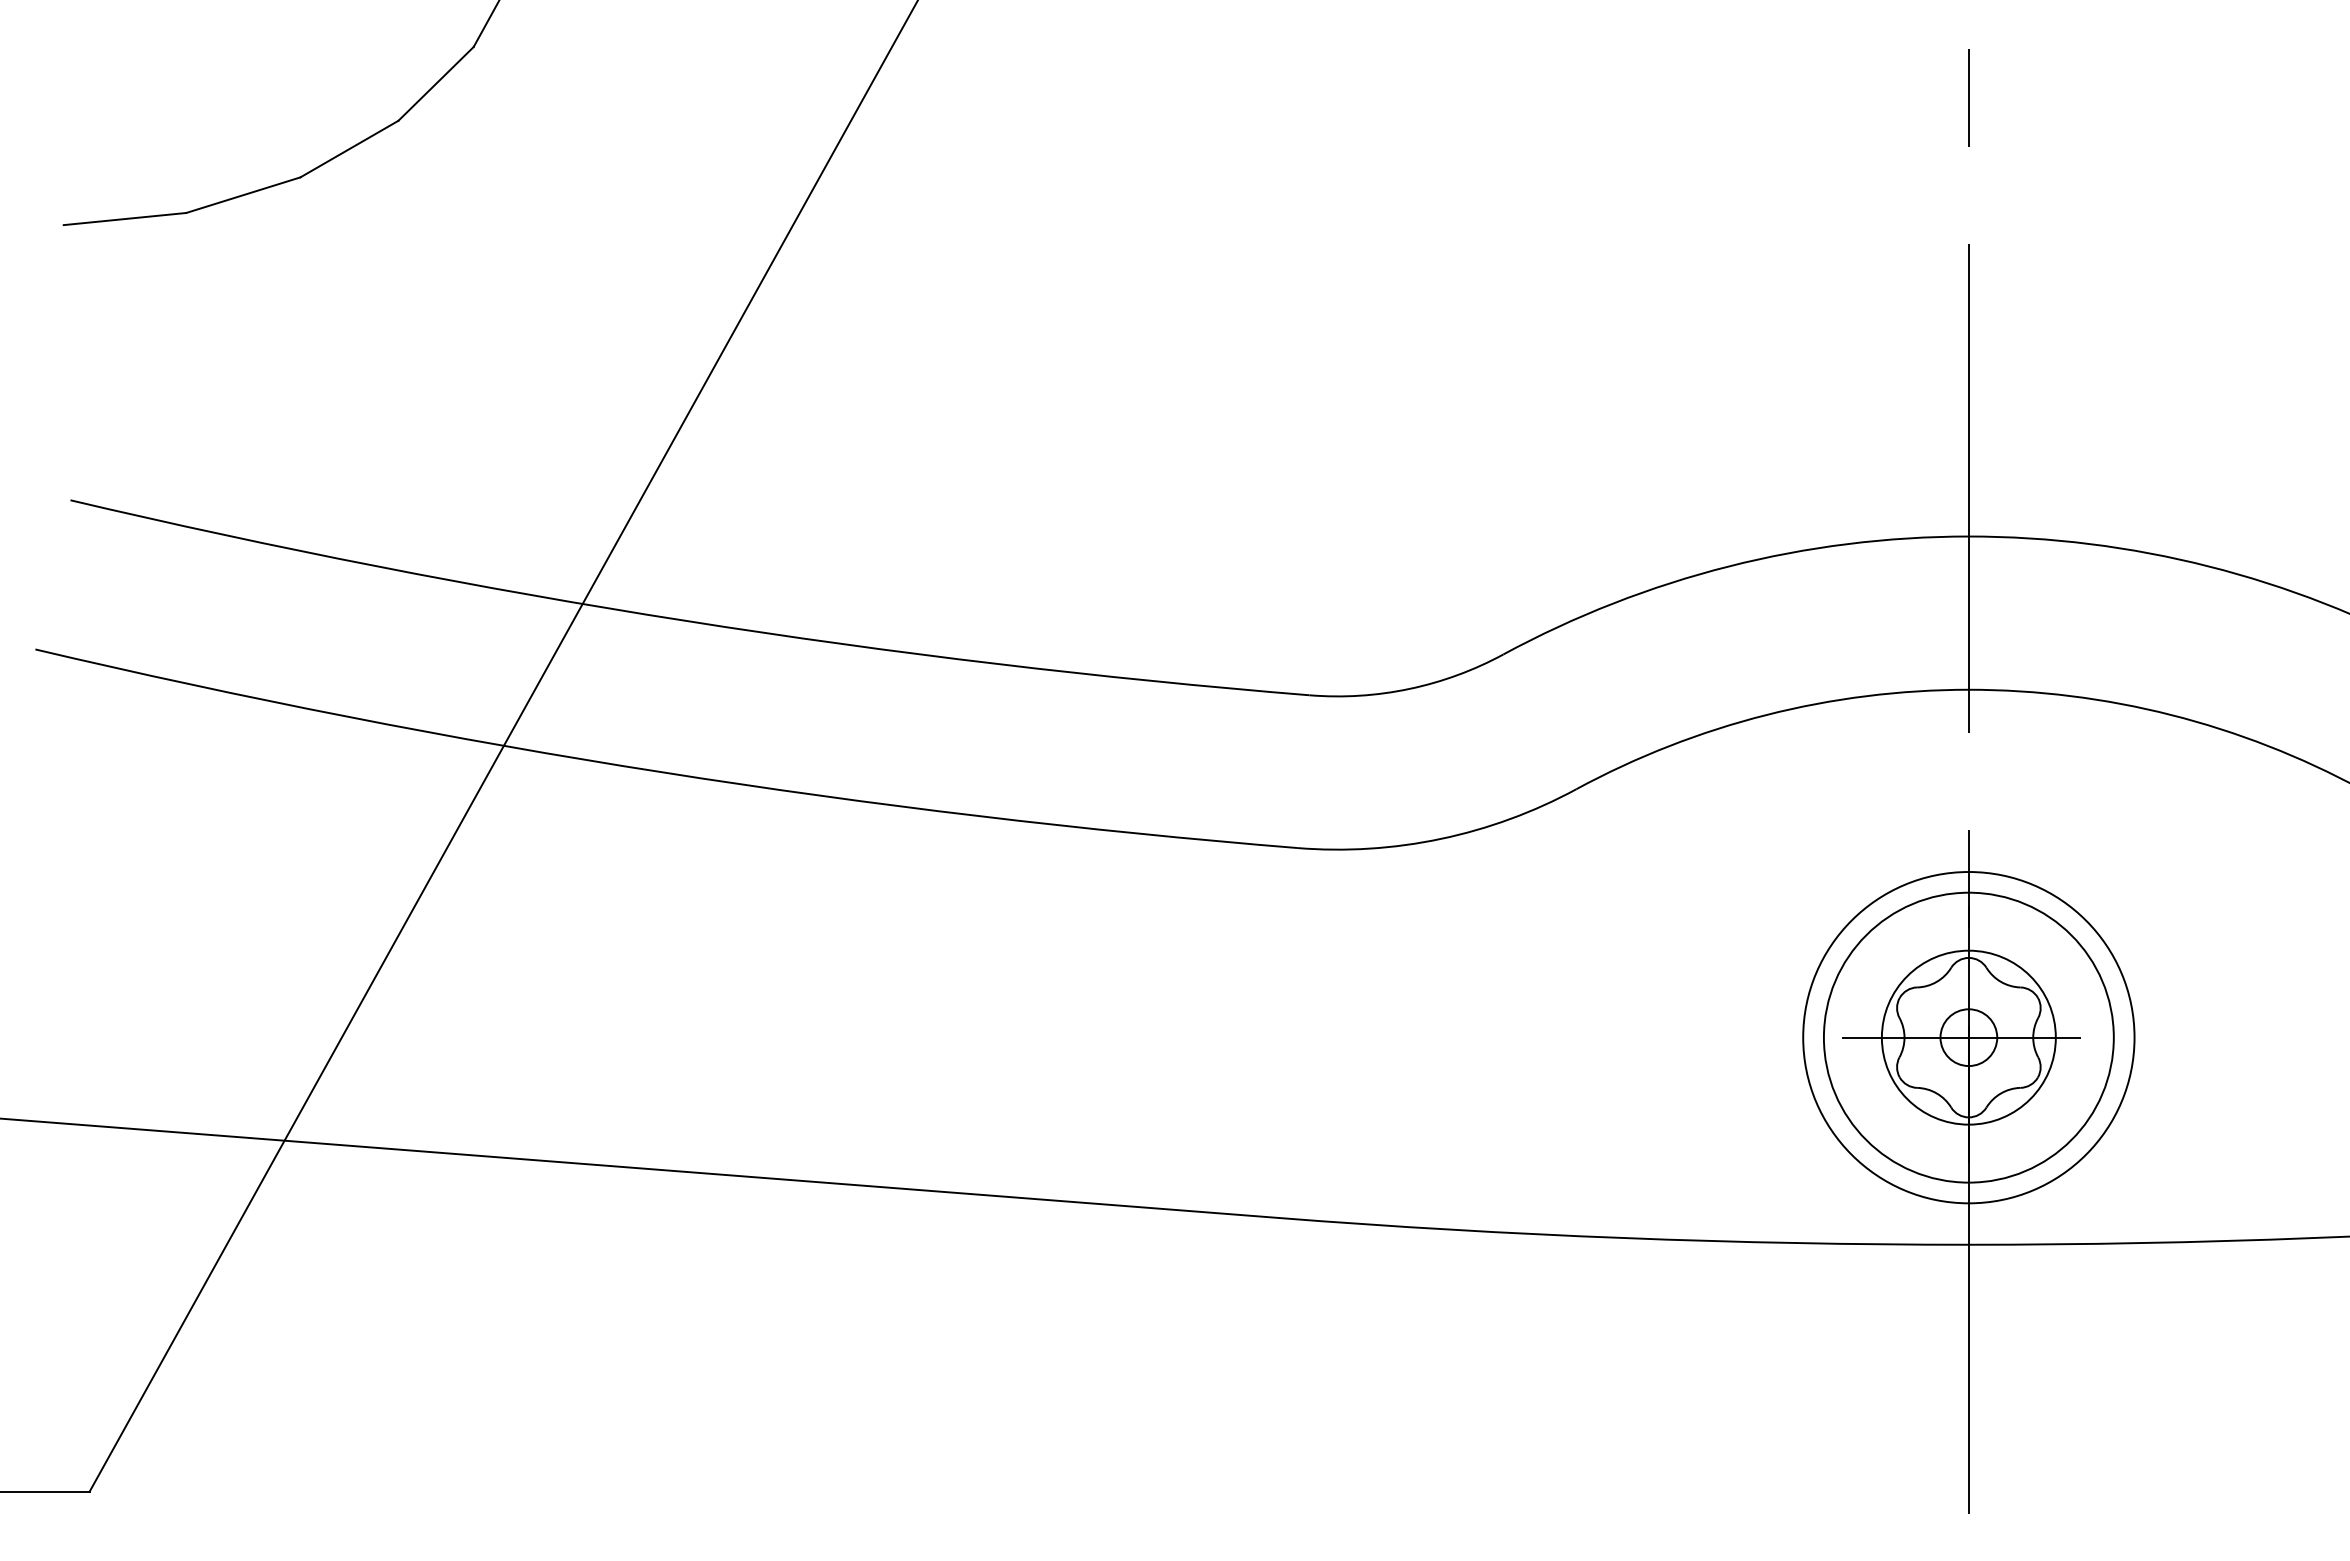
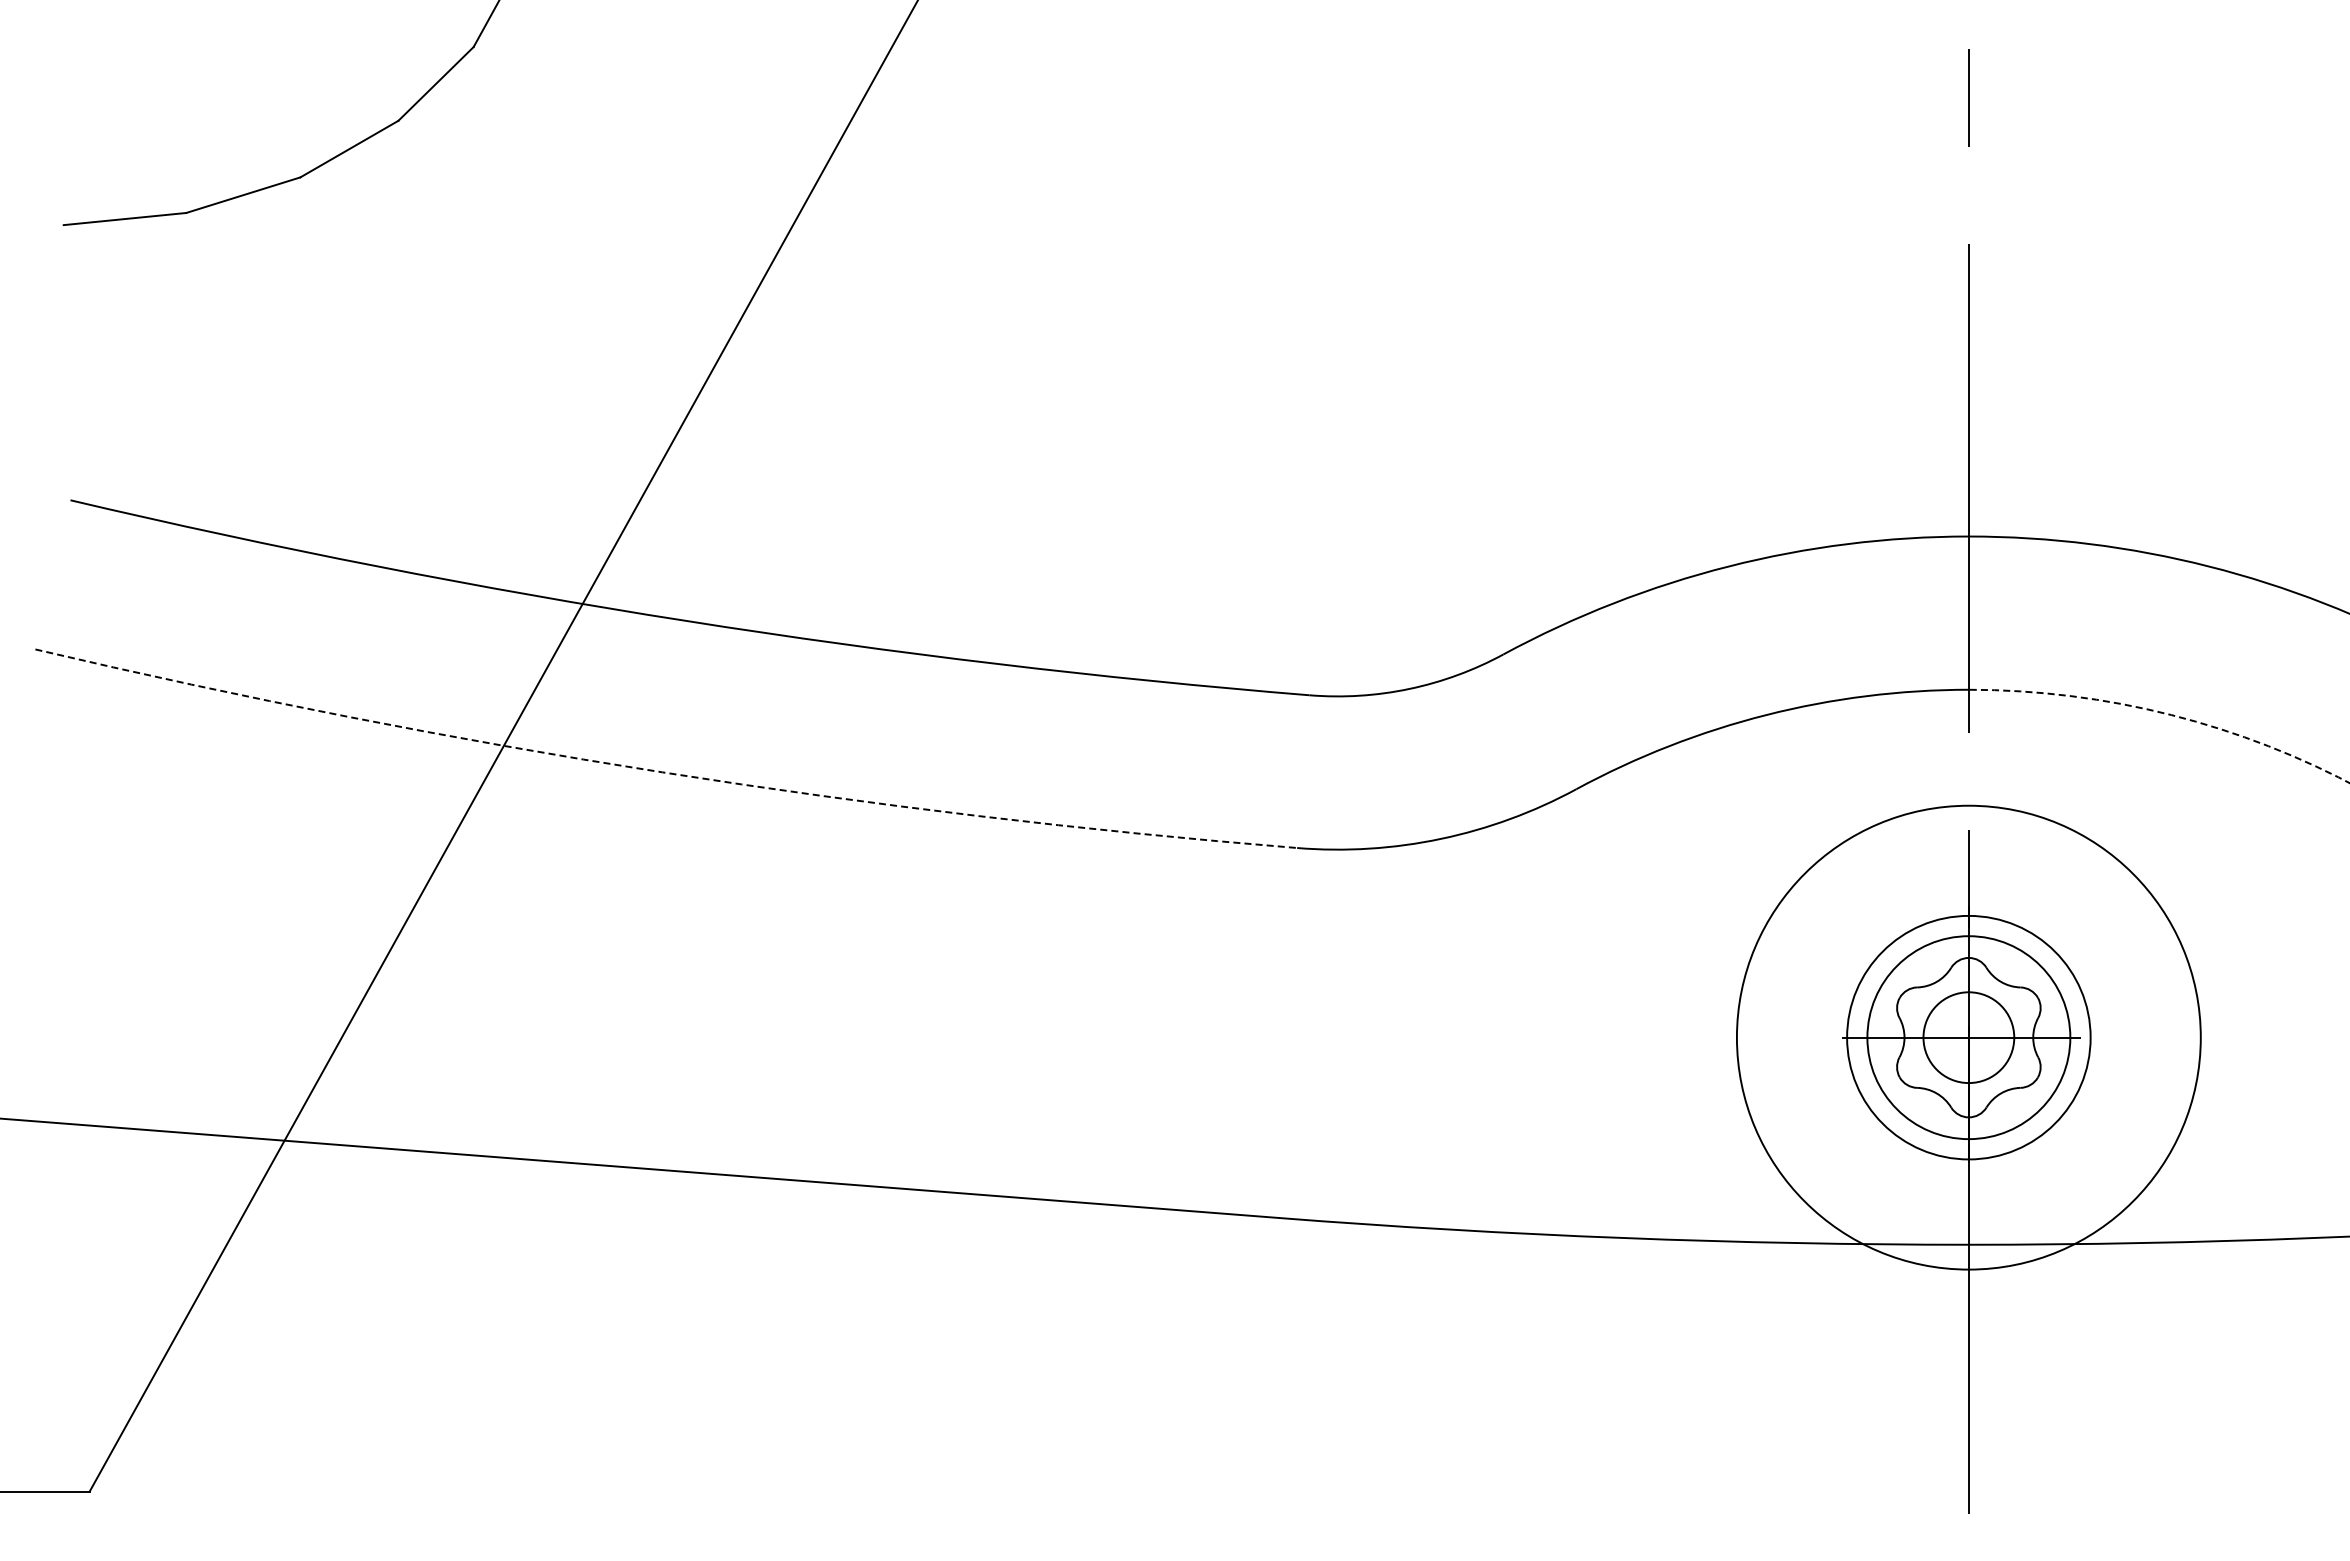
arc at (2165, 713): solid -> dashed
arc at (662, 772): solid -> dashed
circle at (1968, 1037) diameter: 174 px -> 244 px
circle at (1968, 1037) diameter: 290 px -> 203 px
circle at (1968, 1037) diameter: 331 px -> 464 px
circle at (1968, 1037) diameter: 57 px -> 91 px
